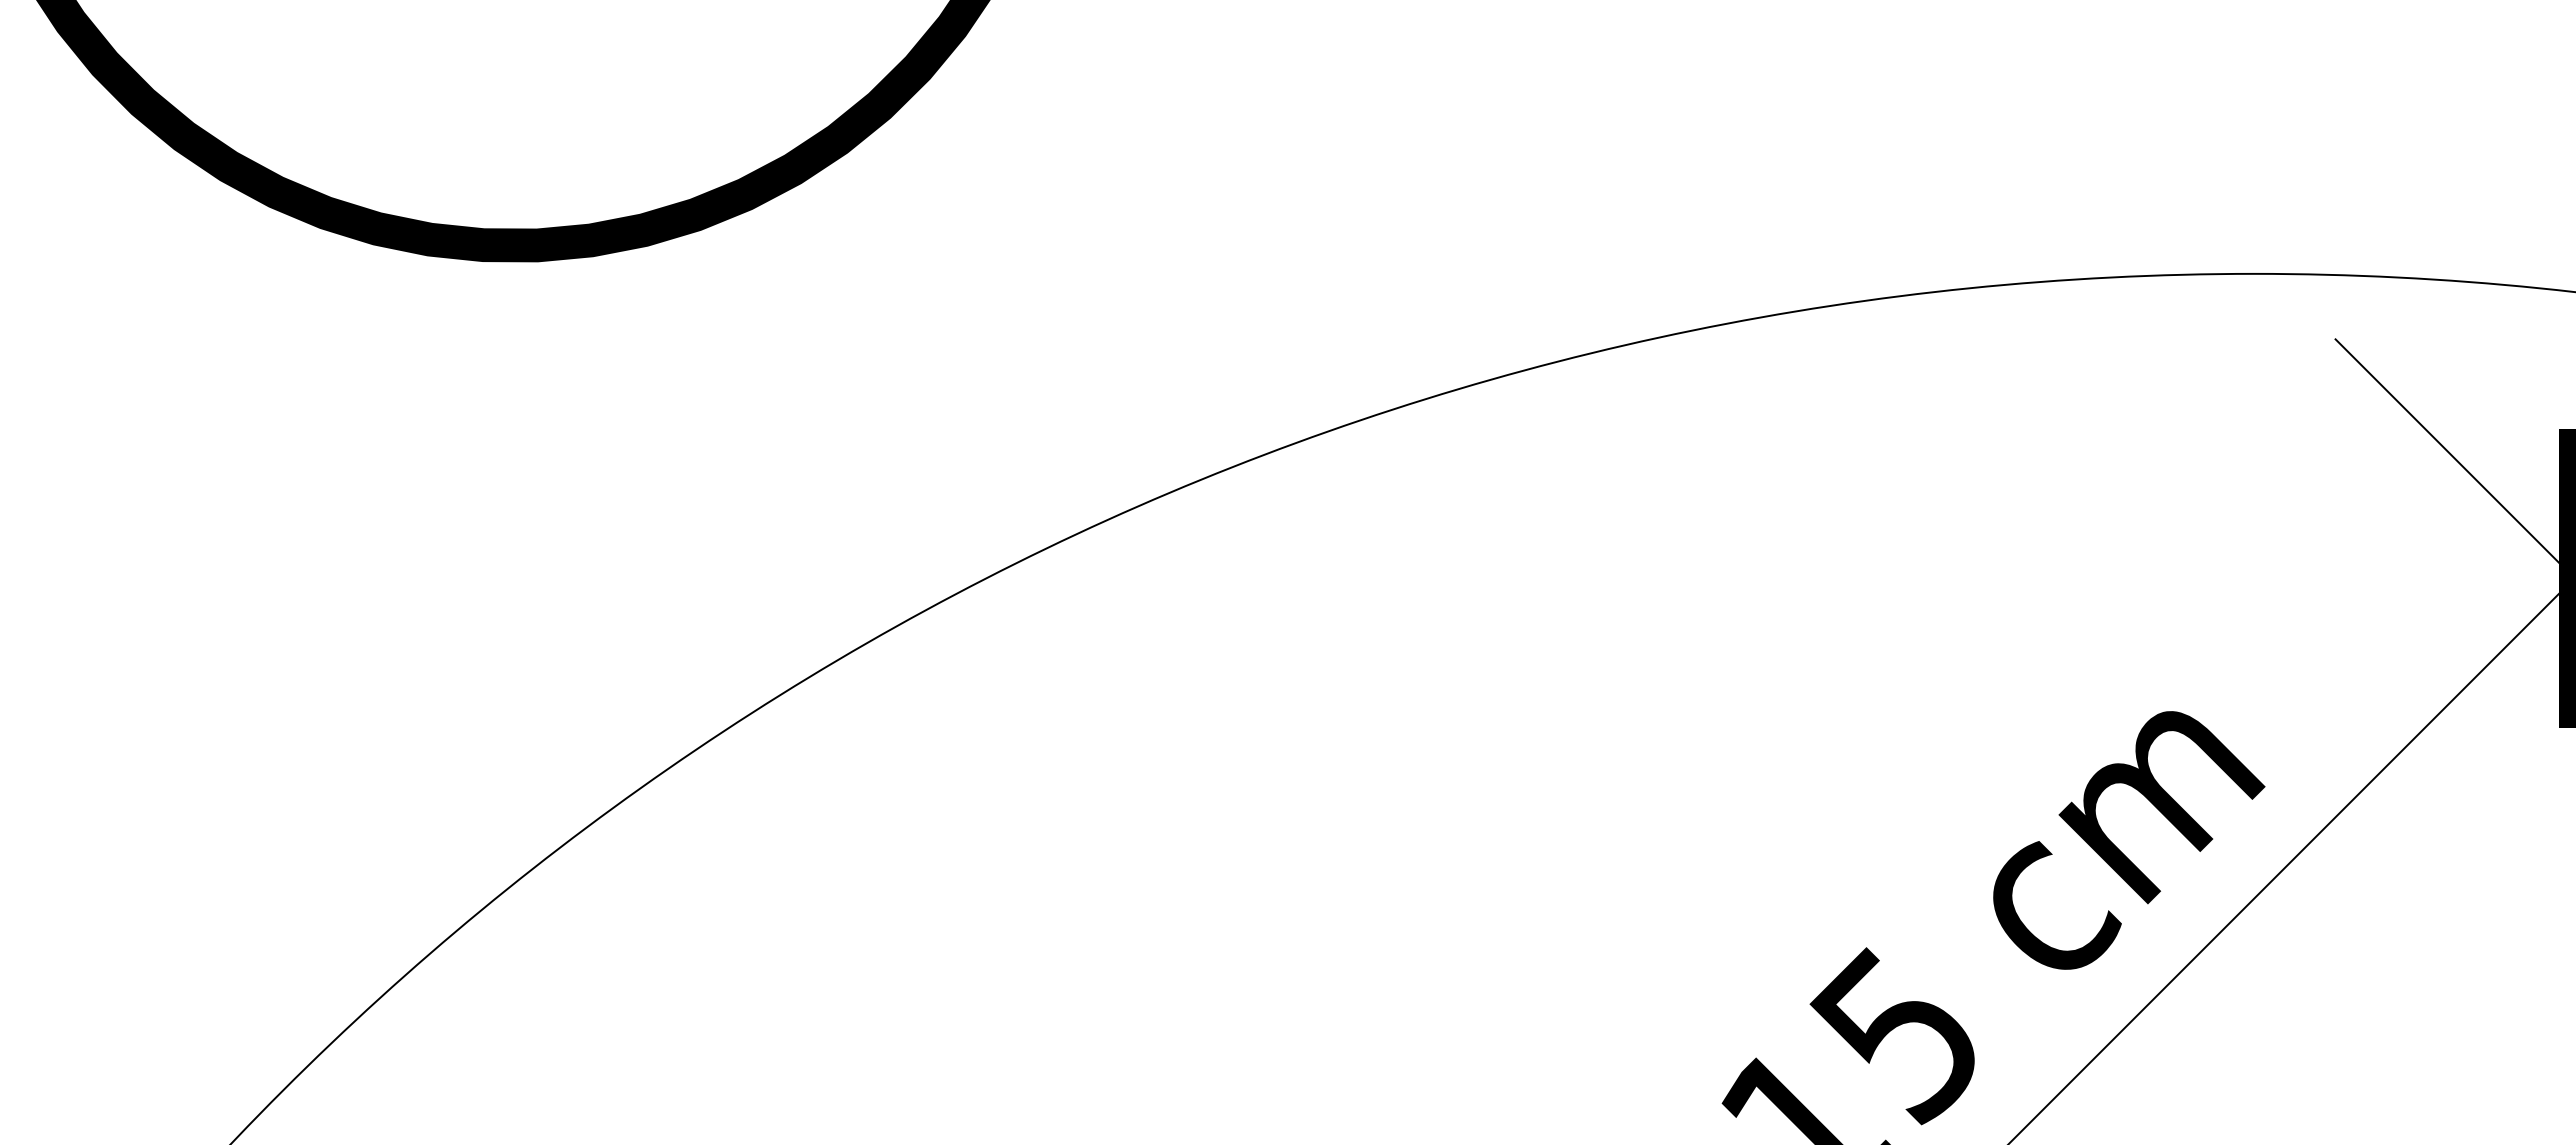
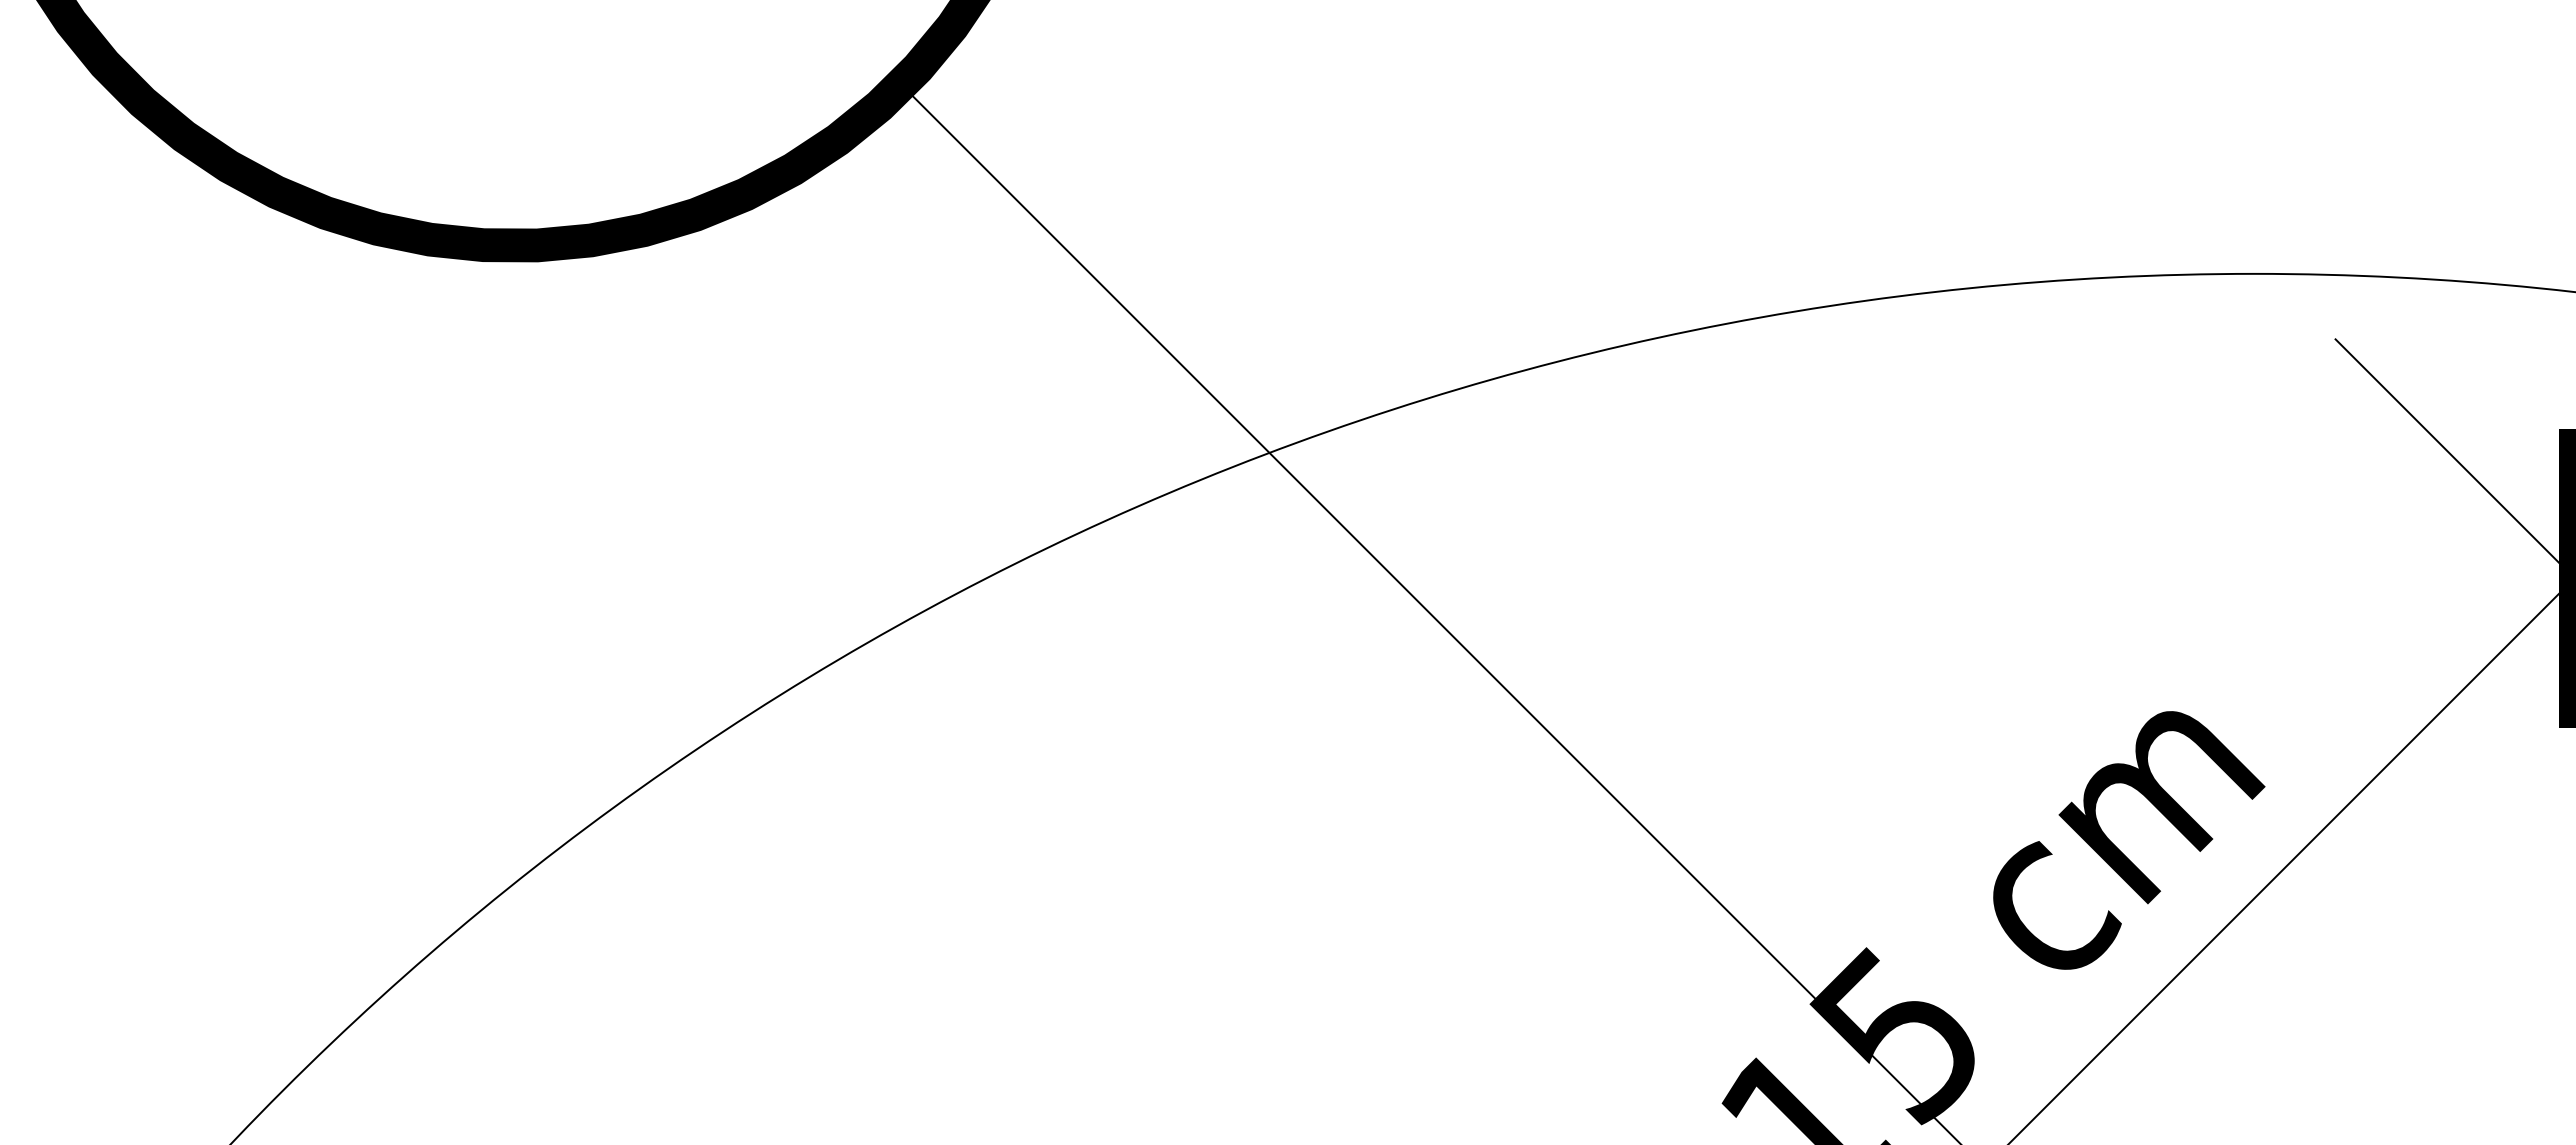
line at (1429, 613): none -> present
